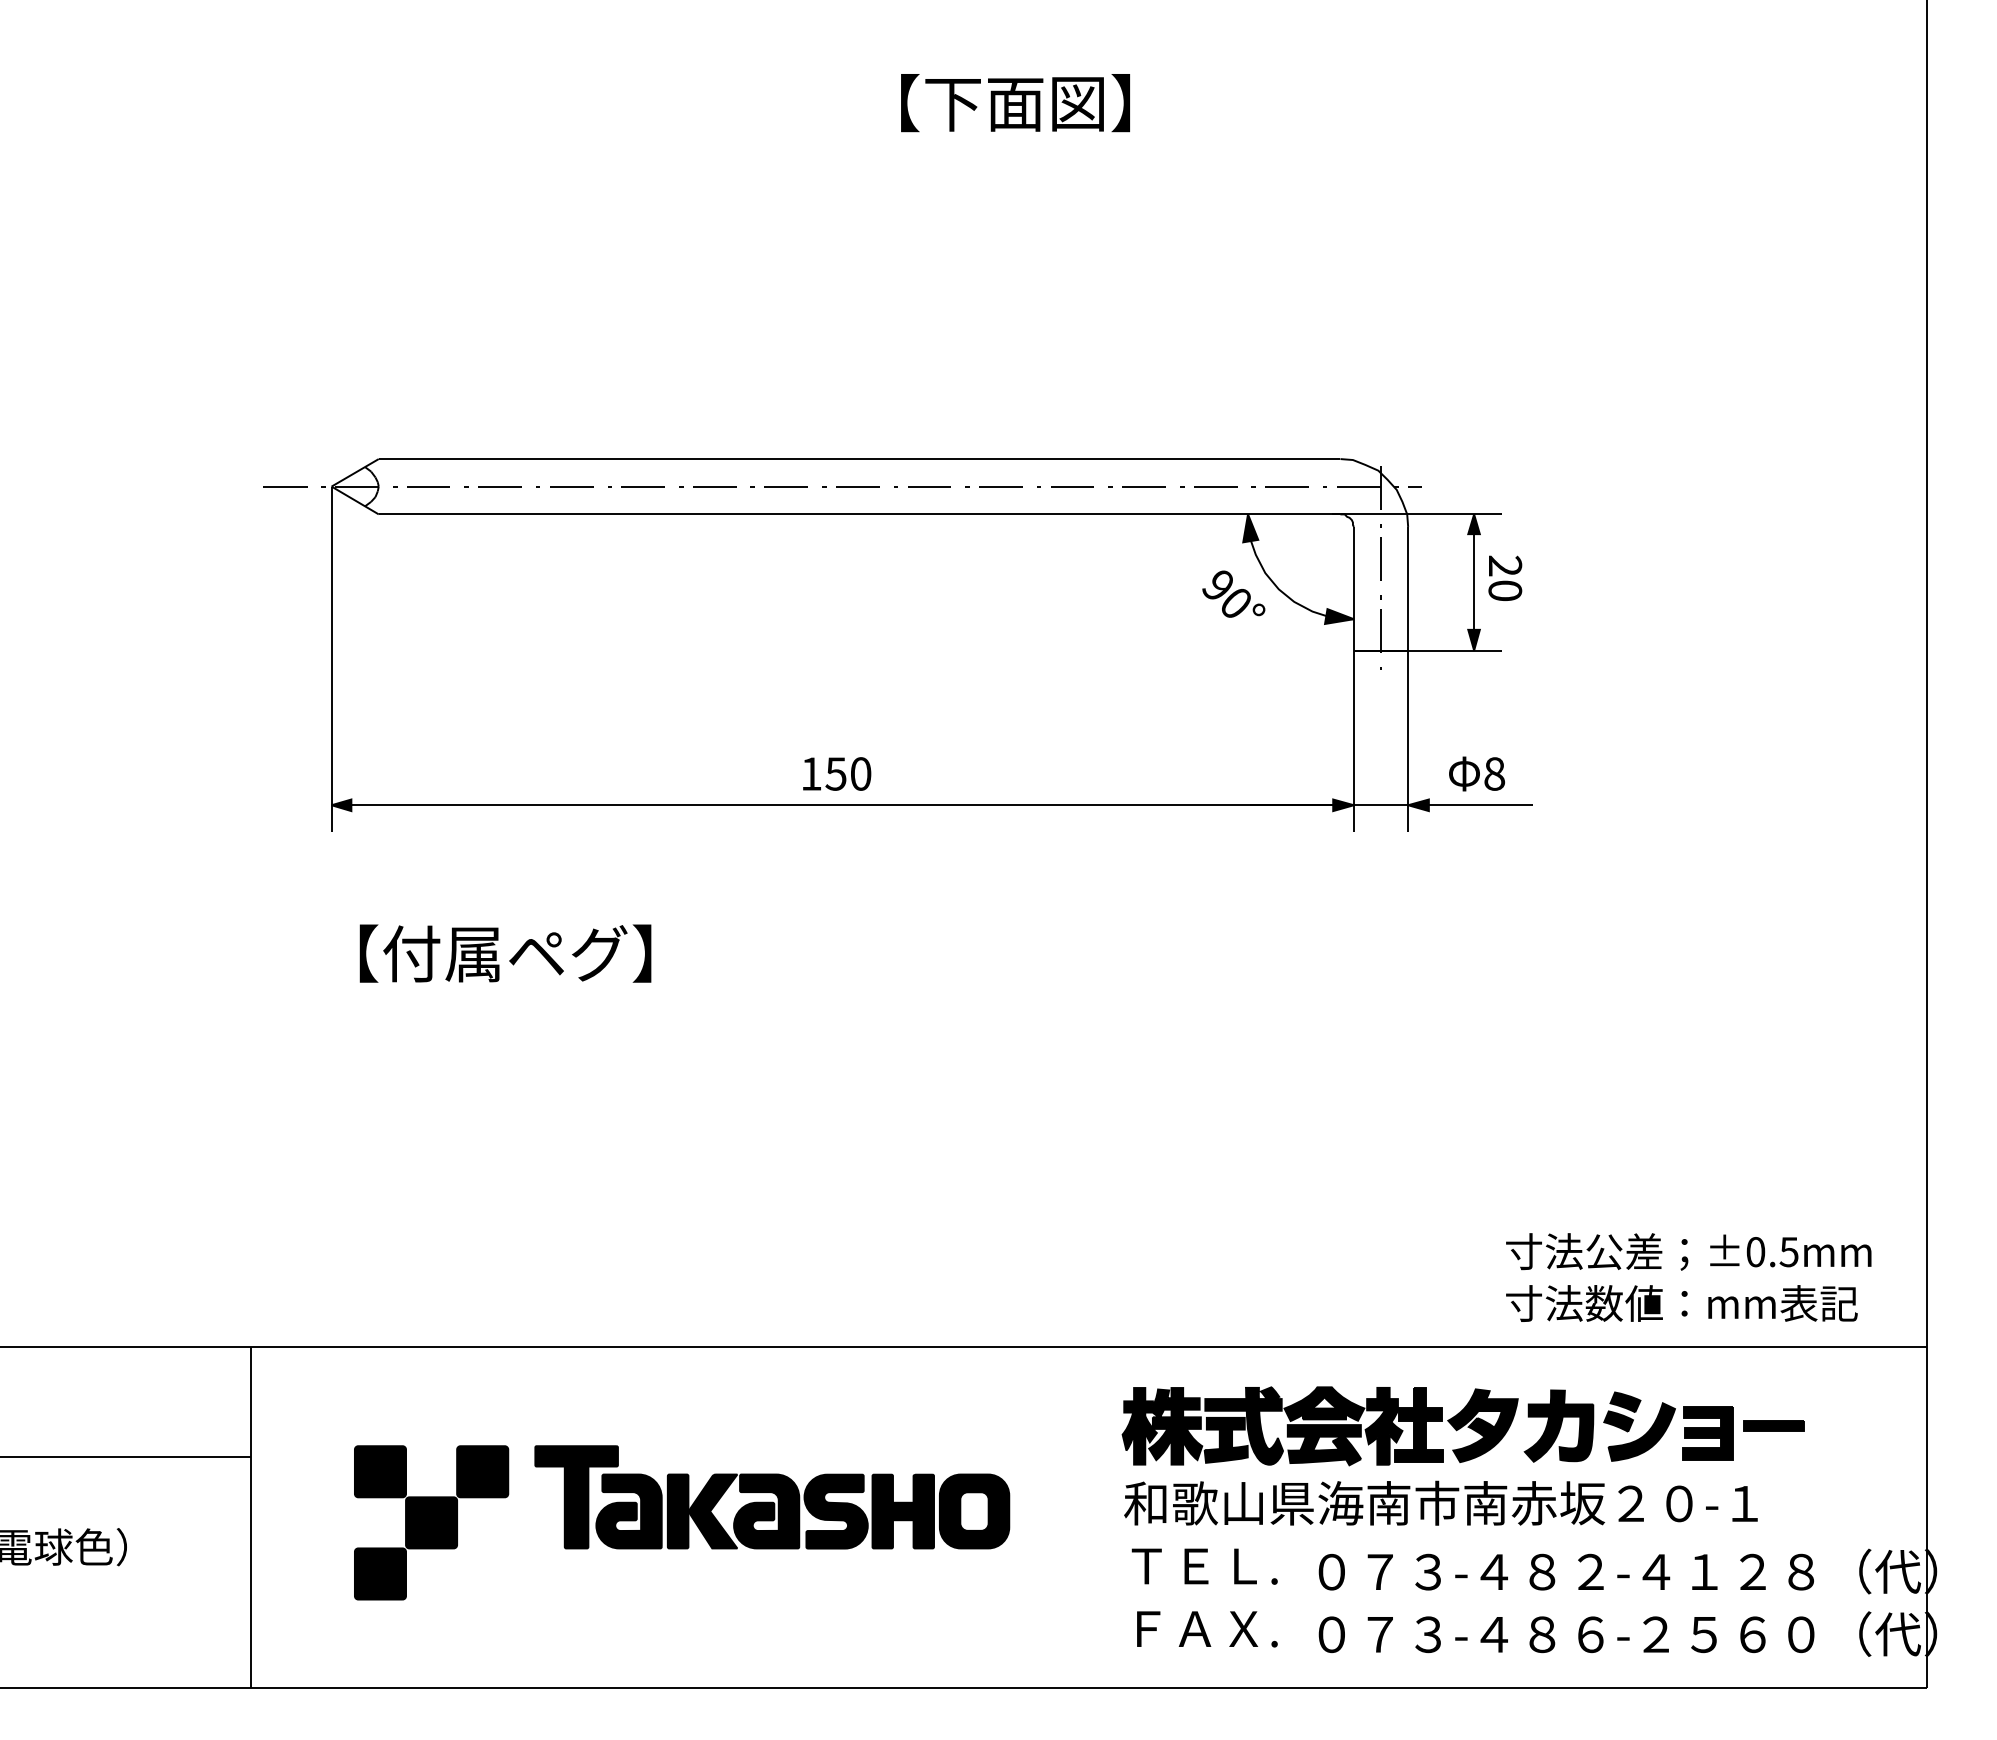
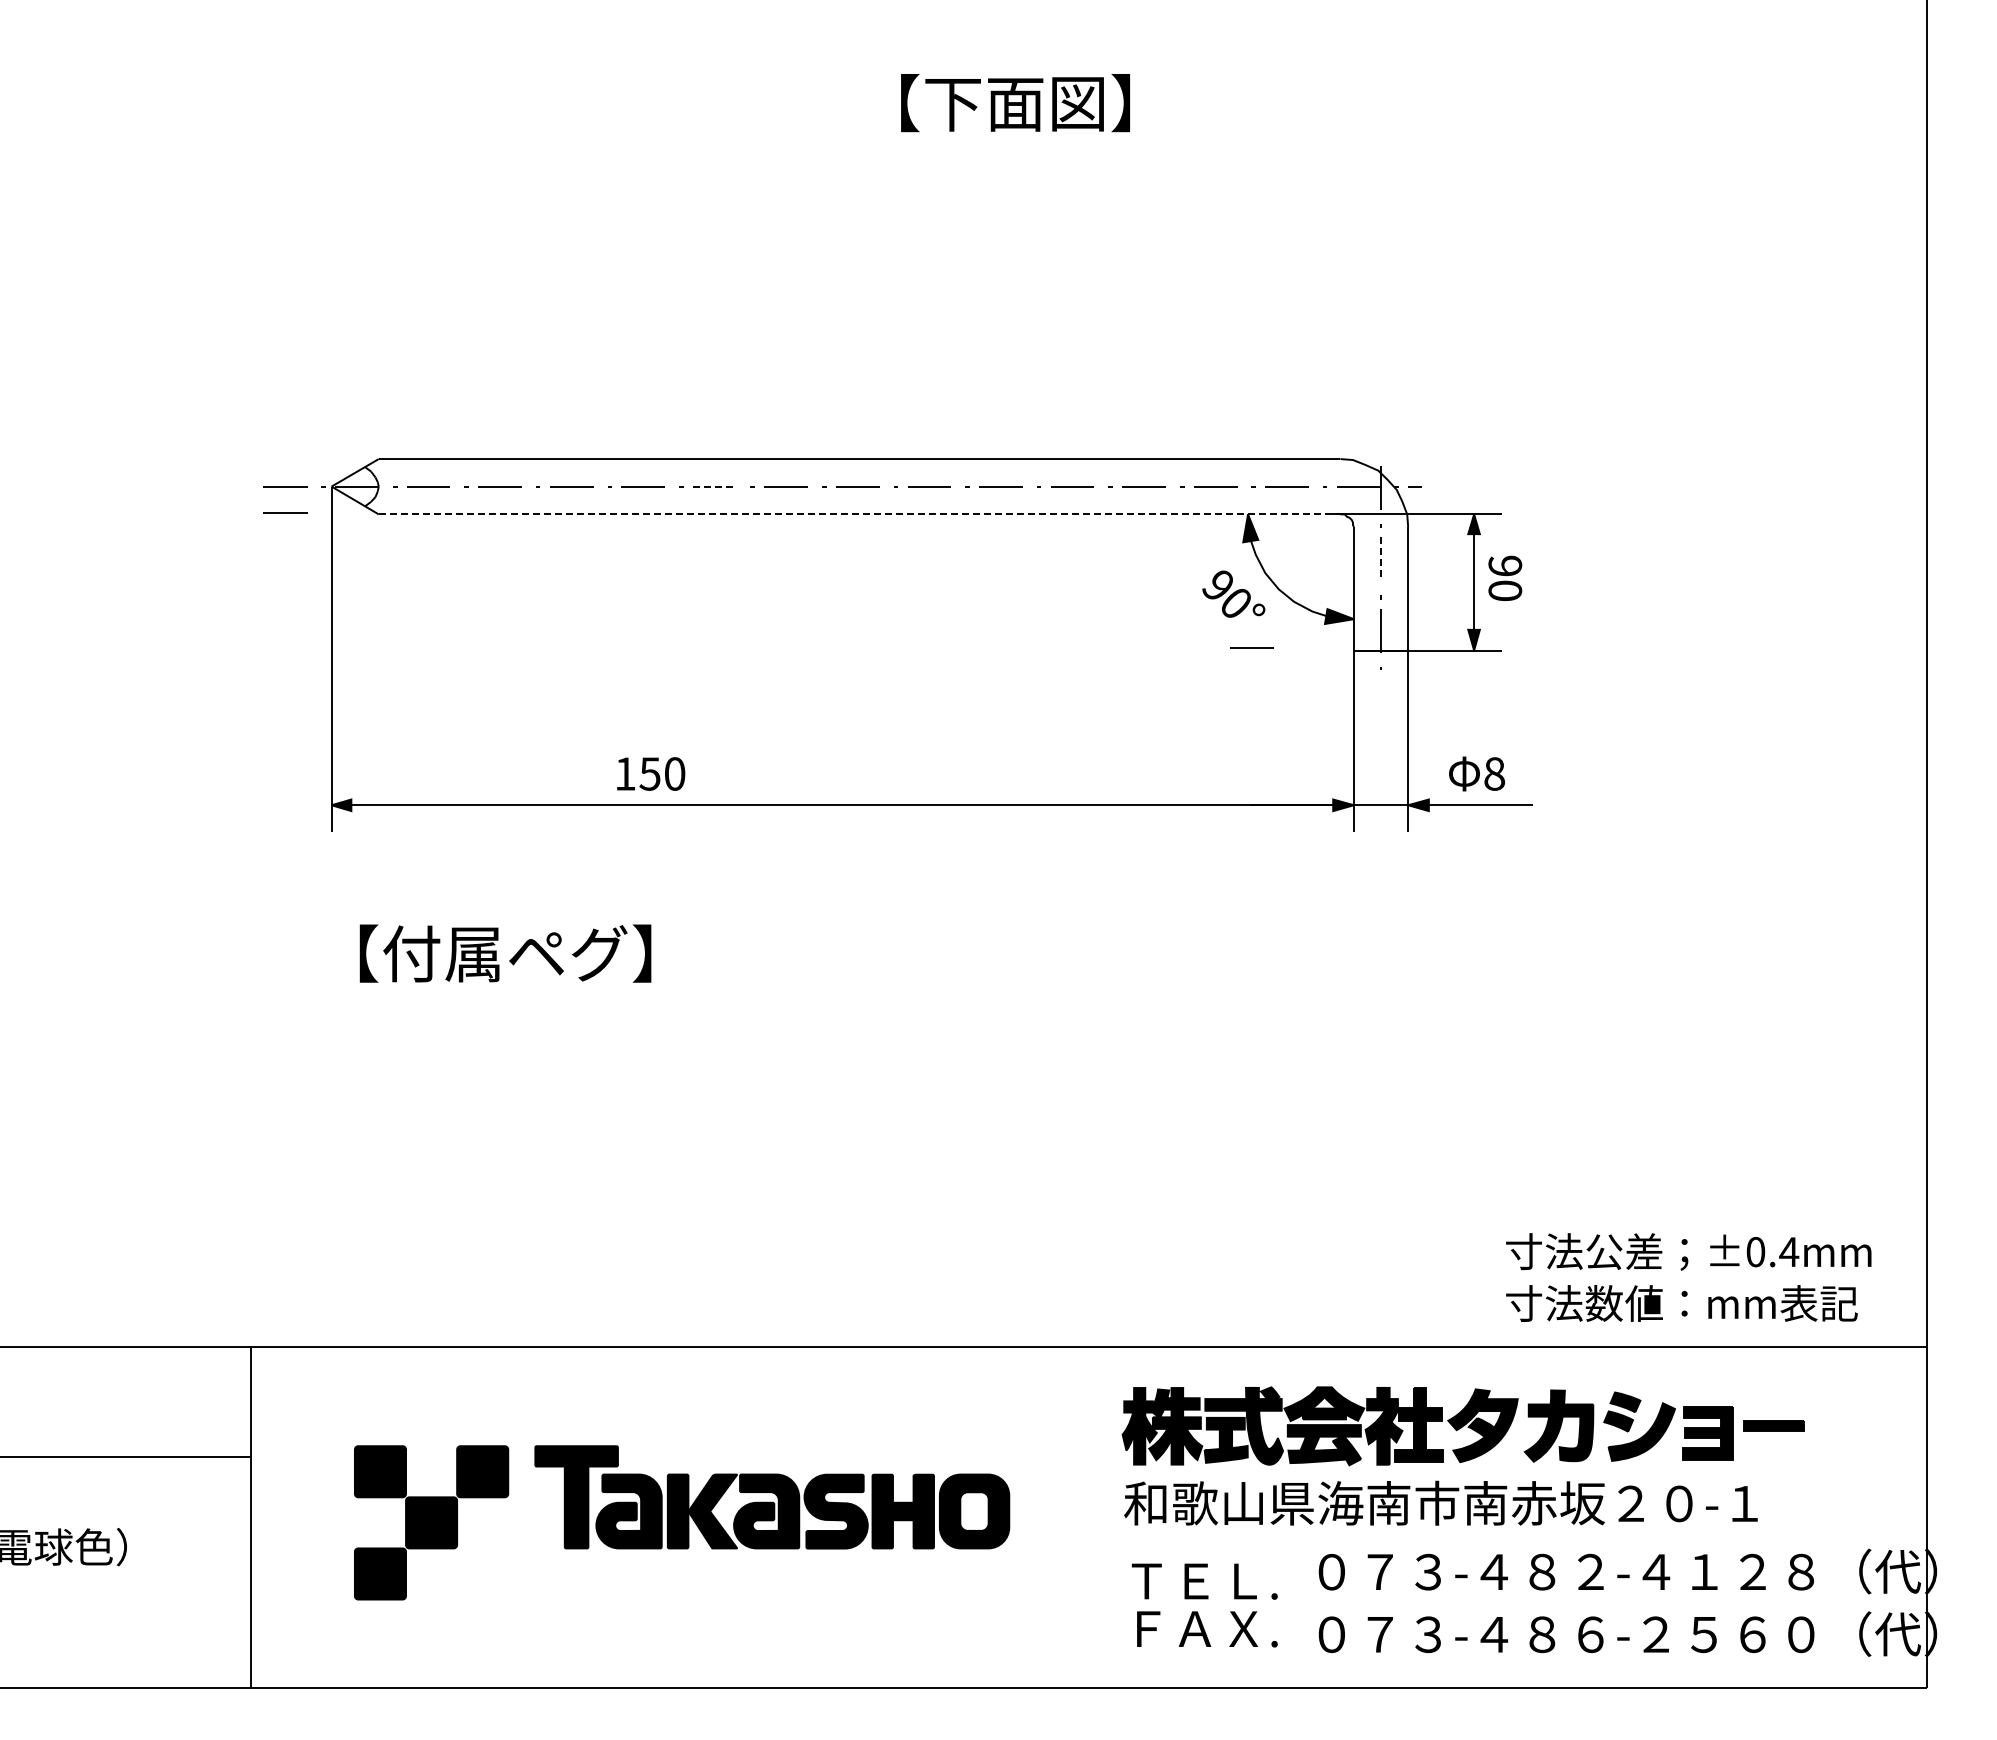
line at (714, 486): solid -> dashed
line at (285, 512): none -> present
line at (859, 514): solid -> dashed
line at (1380, 559): solid -> dashed
text at (1504, 565): 20 -> 90
line at (1251, 647): none -> present
text at (837, 773) position: (837, 773) -> (651, 773)
text at (1789, 1252): ±0.5mm -> ±0.4mm
text at (1204, 1566) position: (1204, 1566) -> (1204, 1581)
